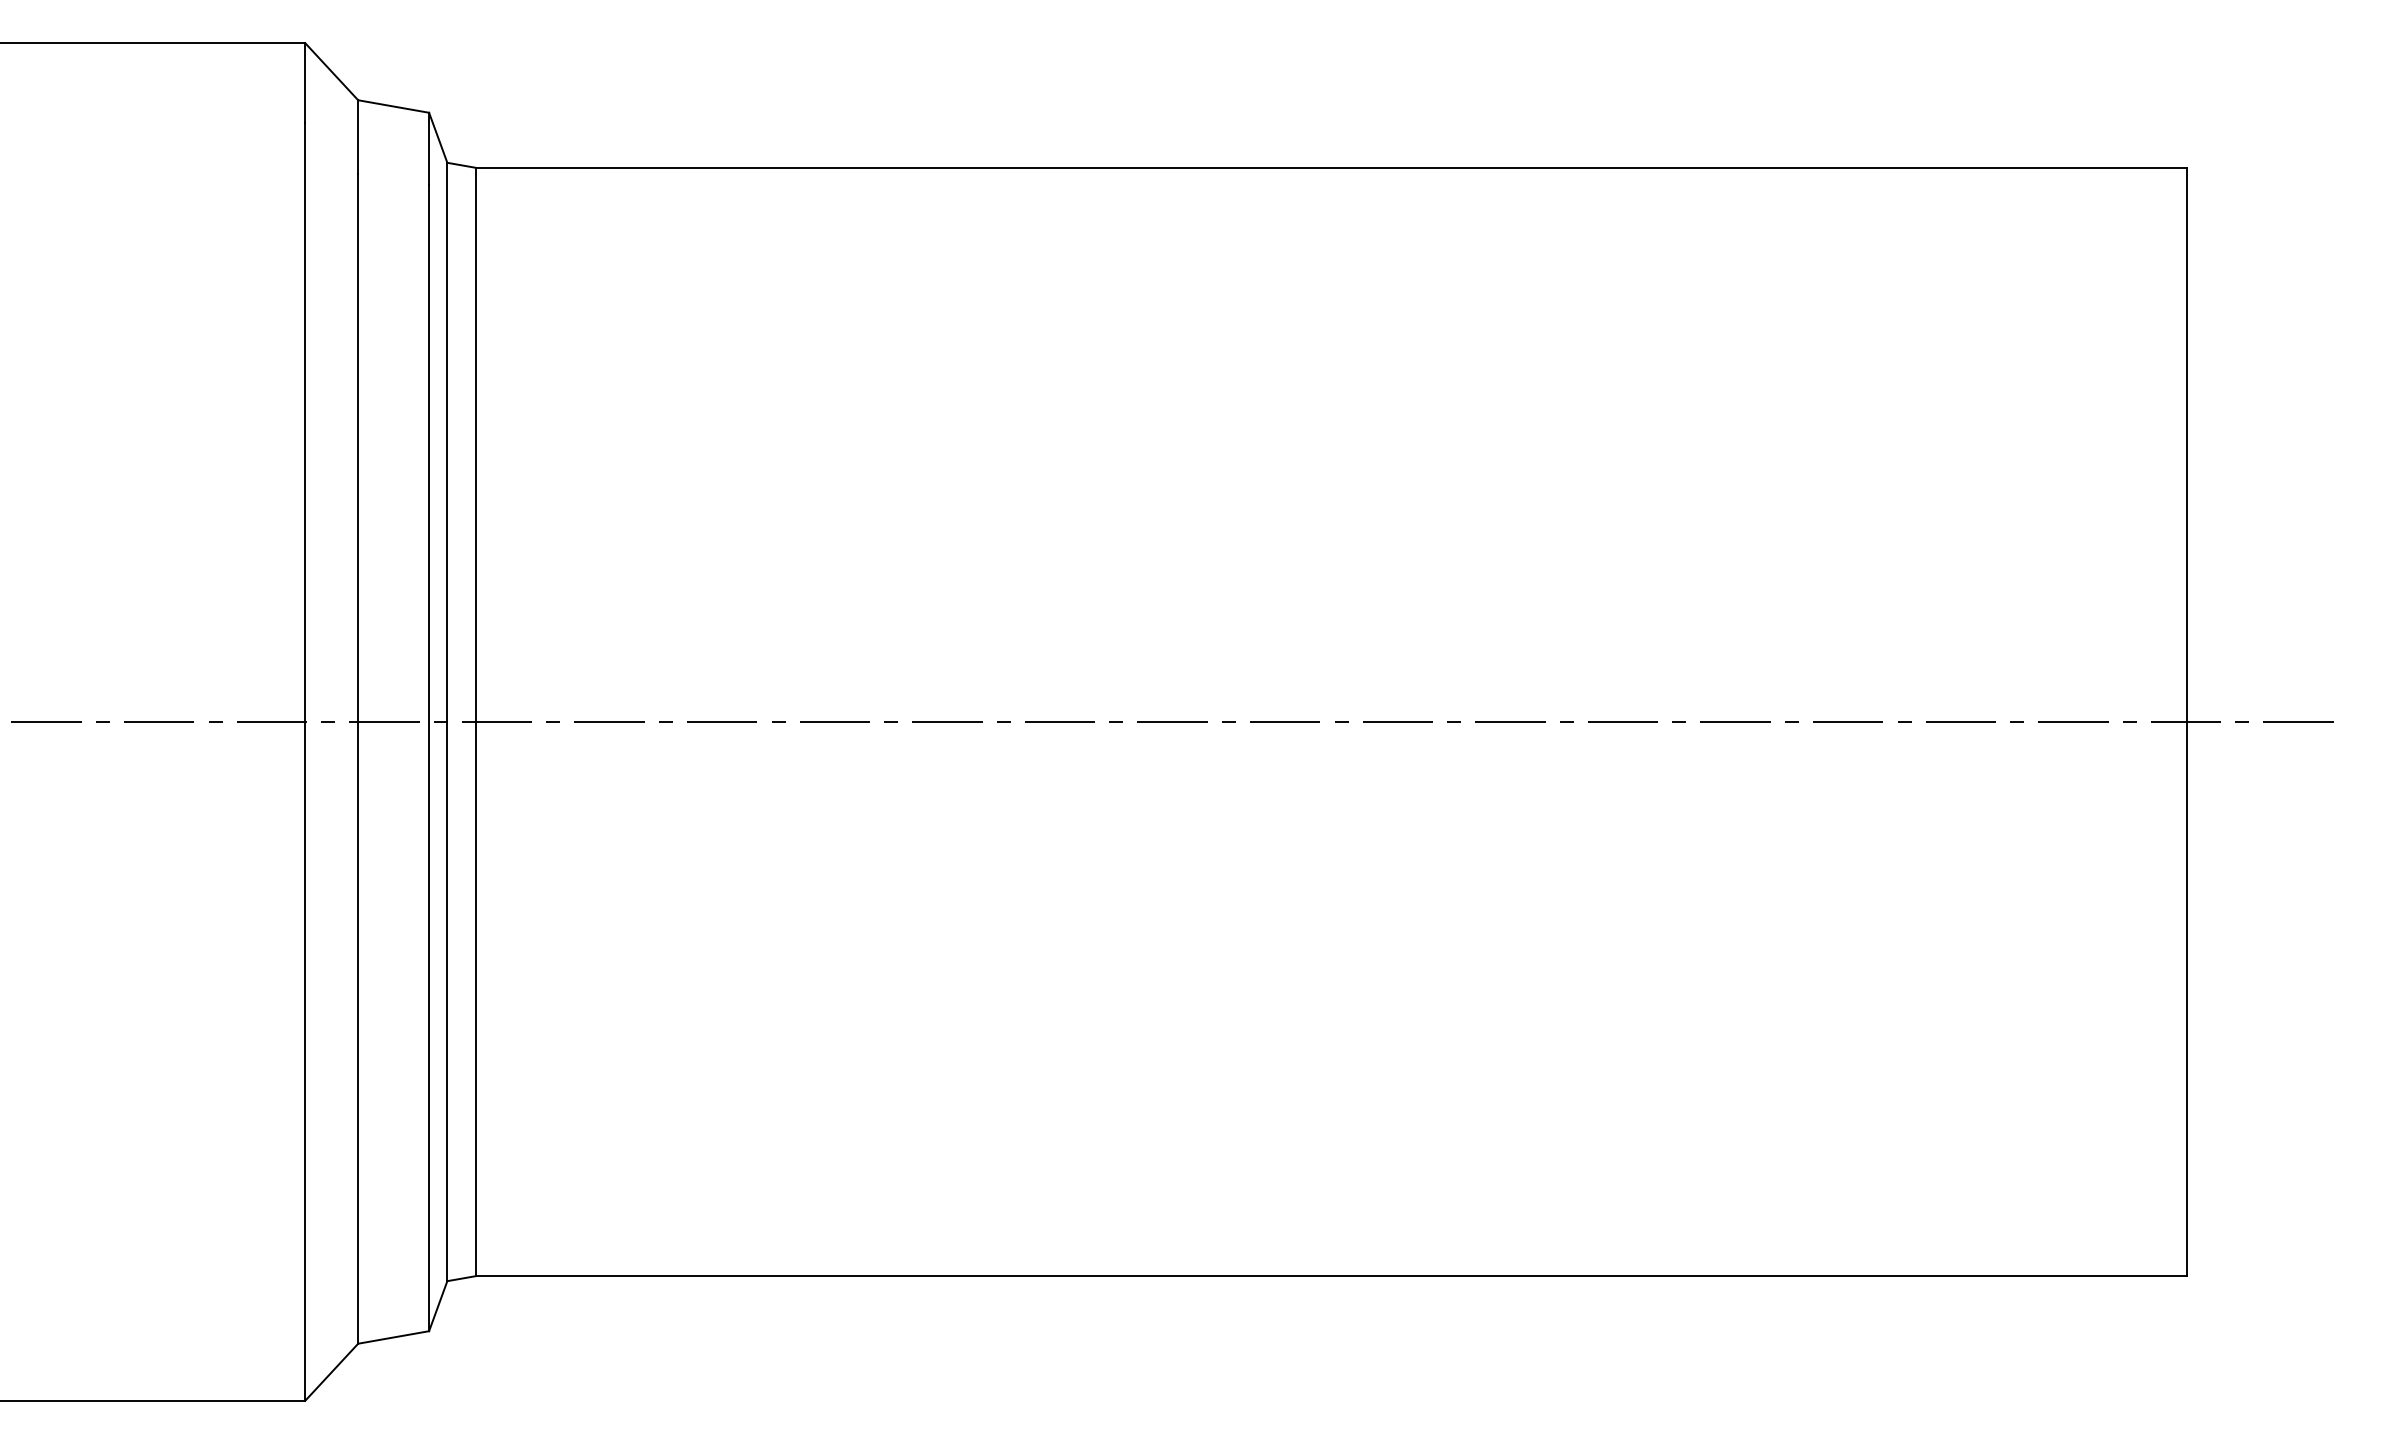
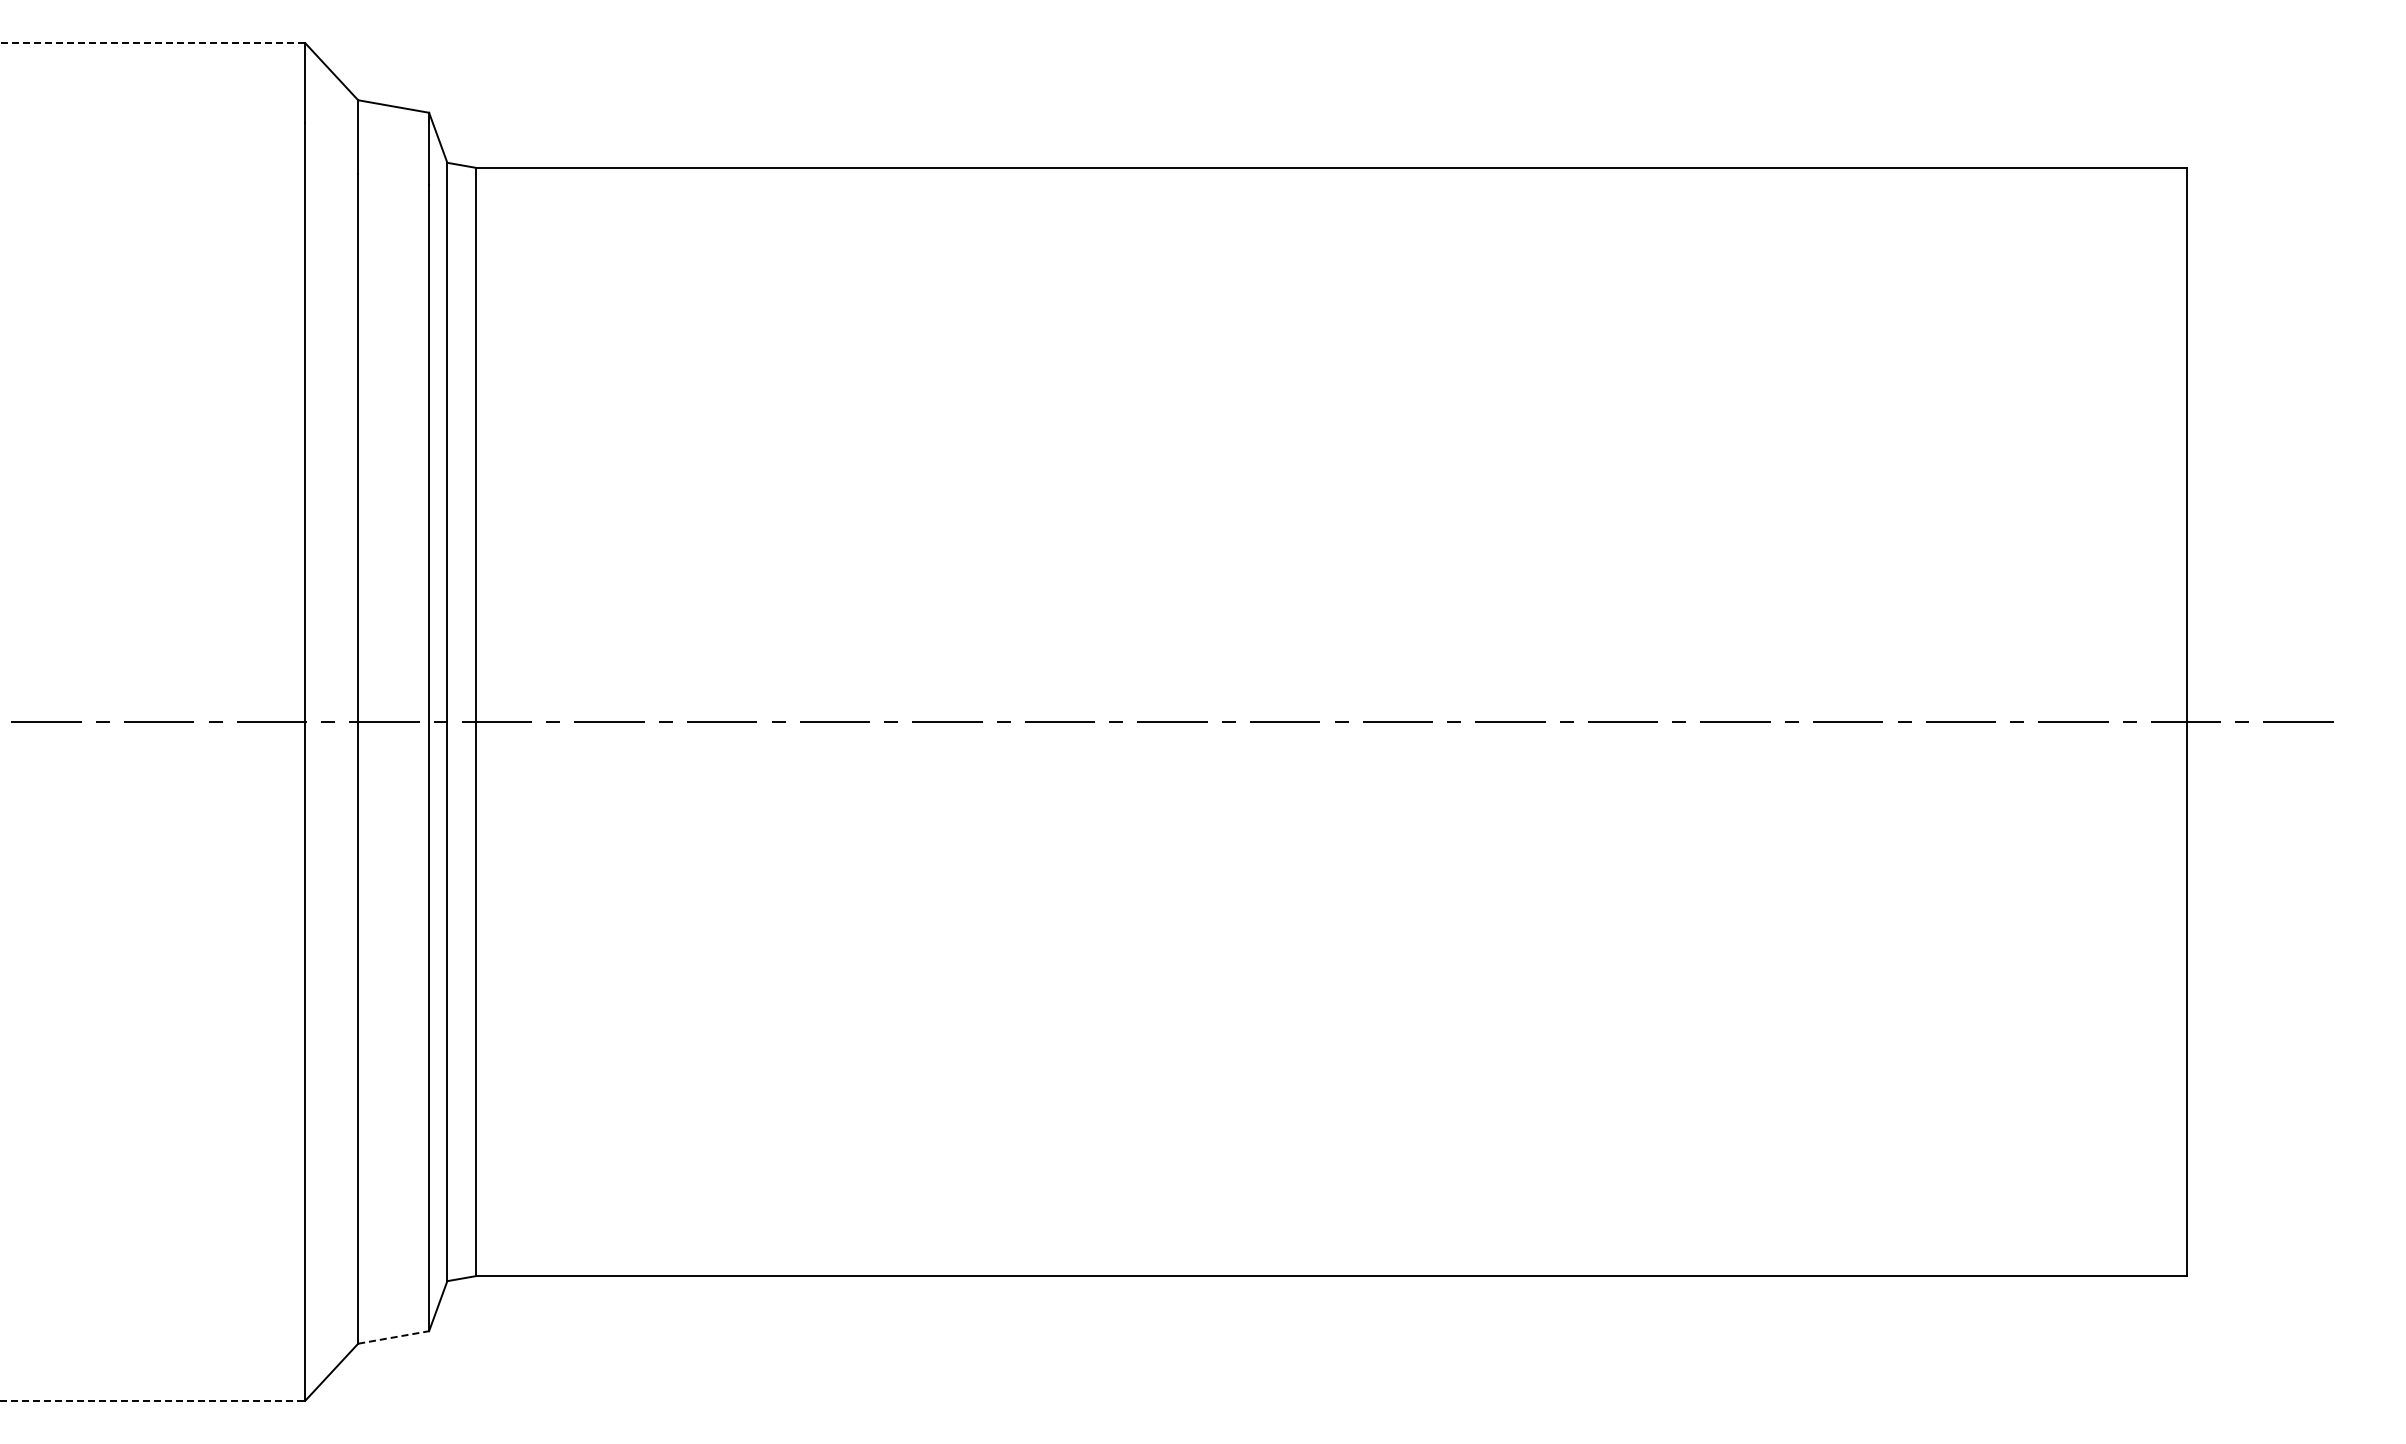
line at (152, 43): solid -> dashed
line at (394, 1337): solid -> dashed
line at (153, 1400): solid -> dashed
